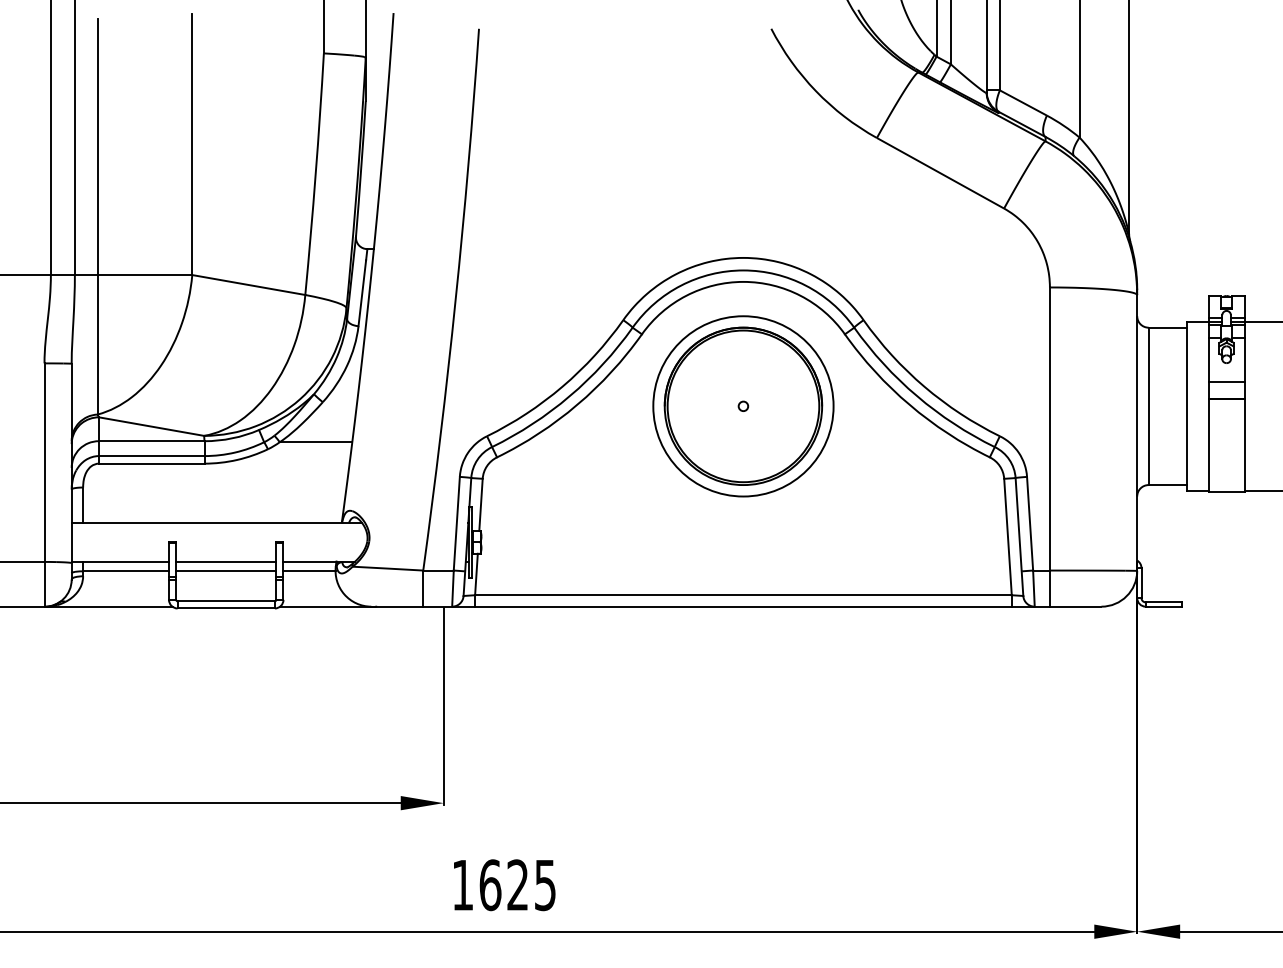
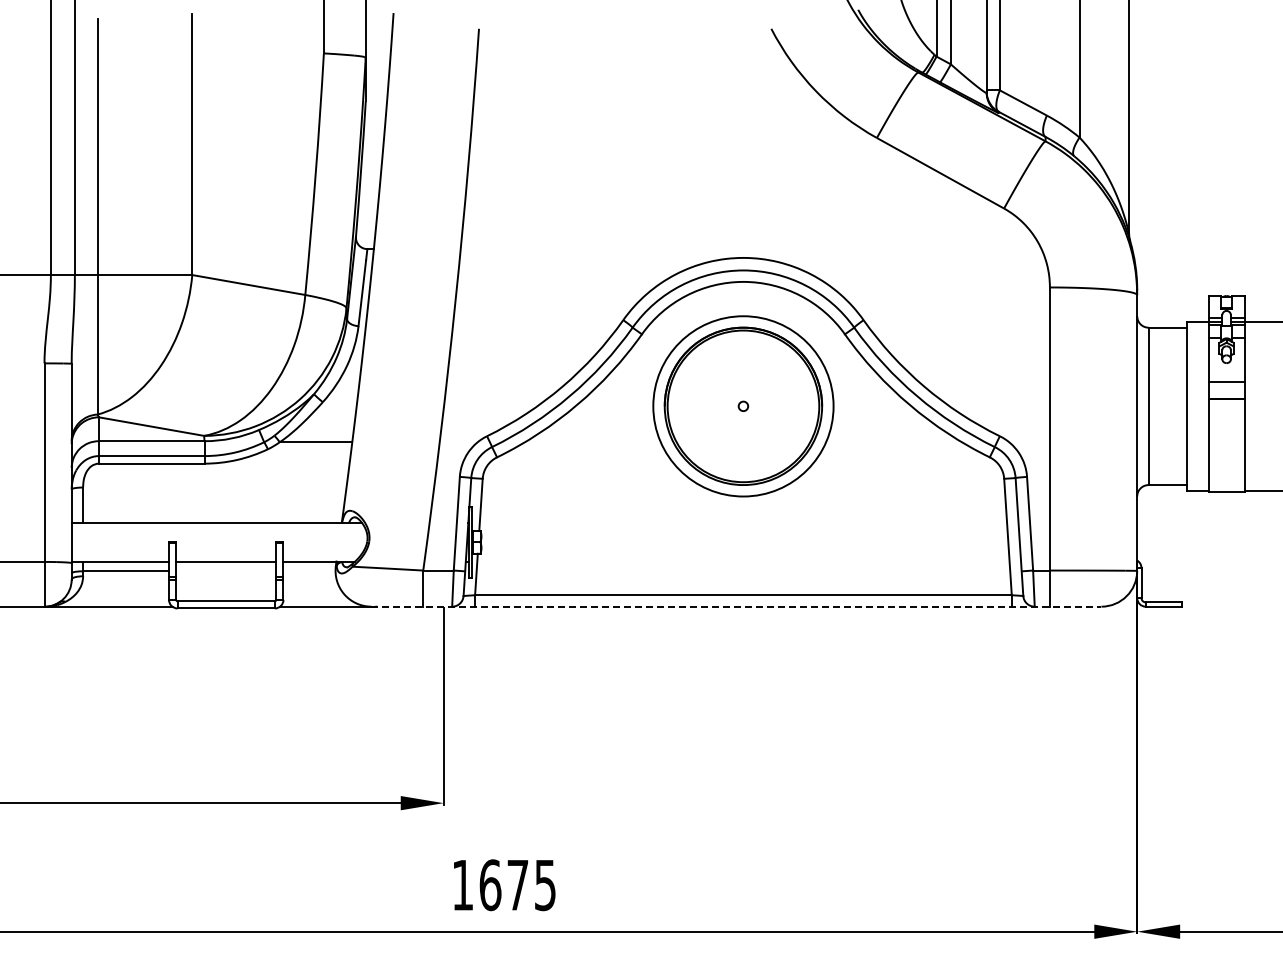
line at (226, 571): present -> none
line at (309, 571): present -> none
line at (736, 606): solid -> dashed
text at (517, 884): 1625 -> 1675
